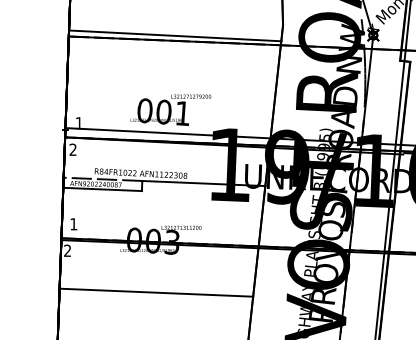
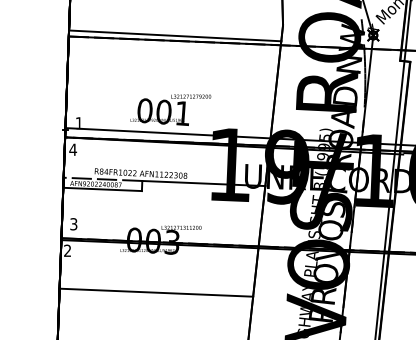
text at (73, 149): 2 -> 4
text at (73, 224): 1 -> 3
